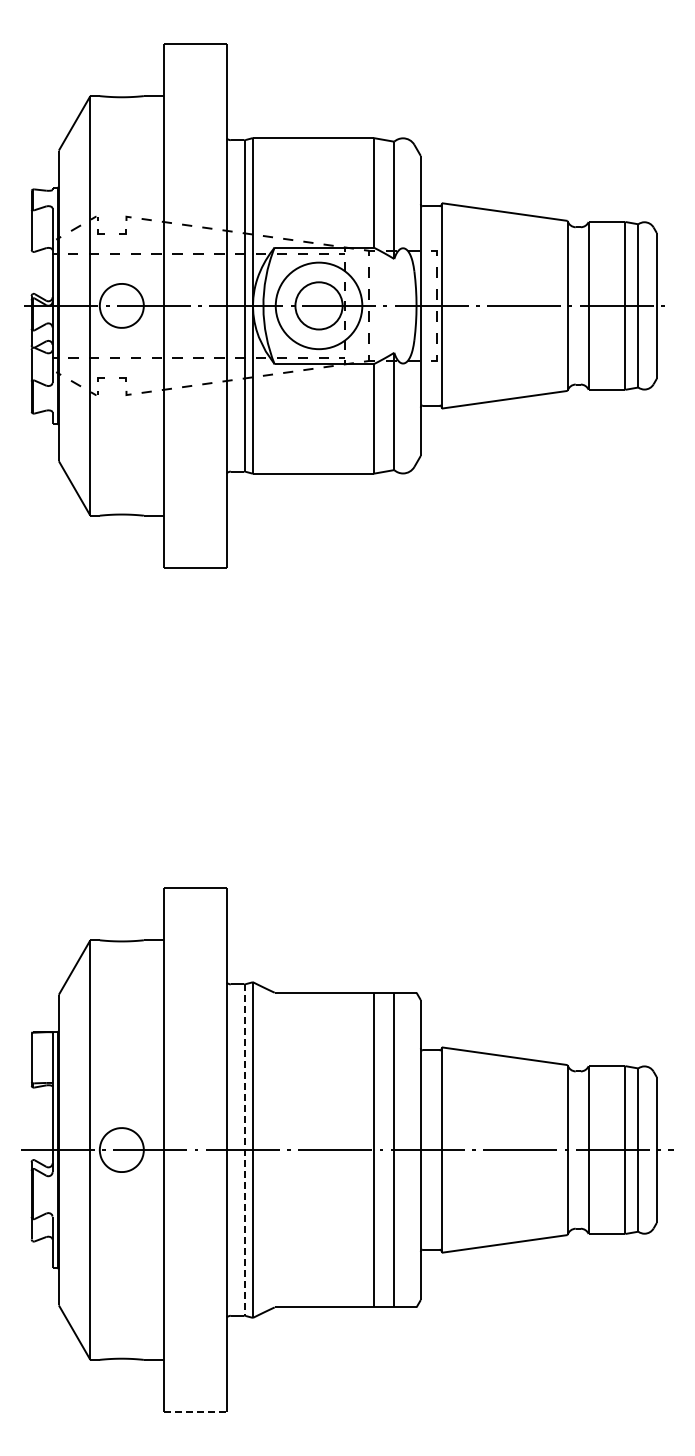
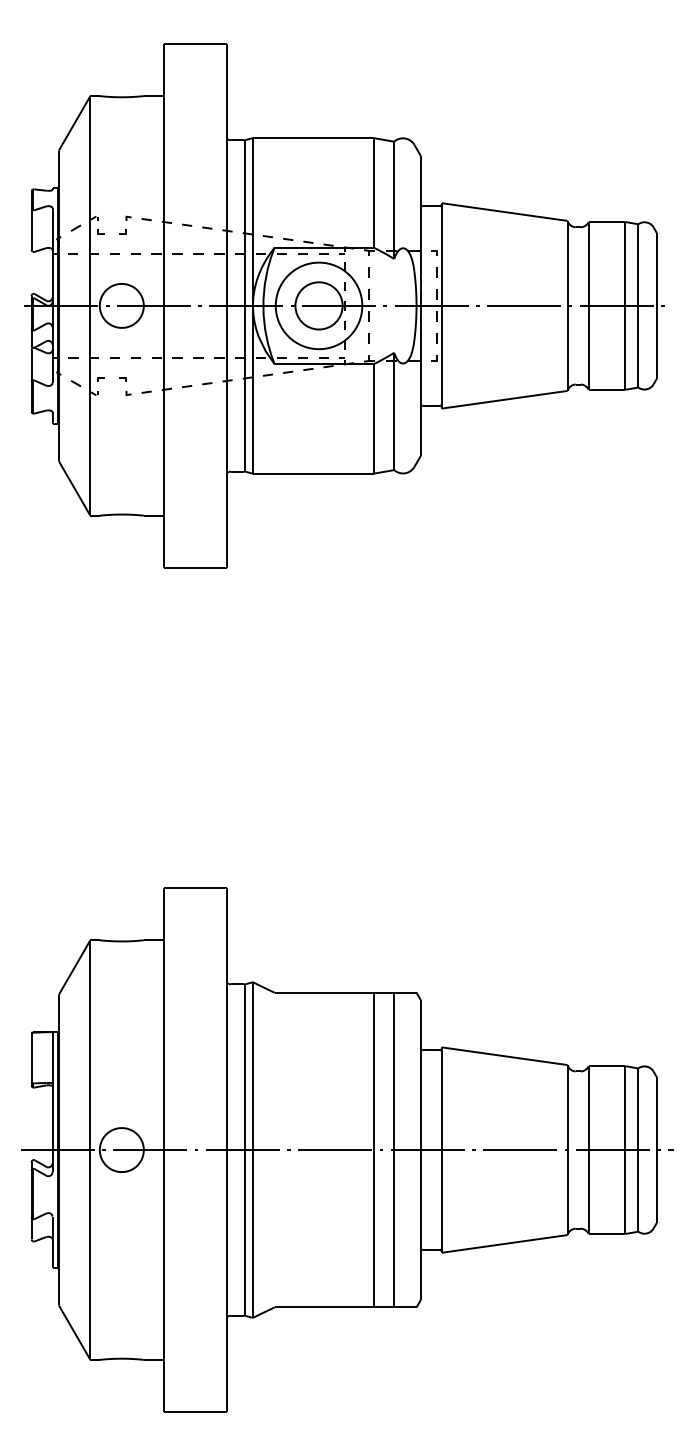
line at (245, 1150): dashed -> solid
line at (195, 1412): dashed -> solid
